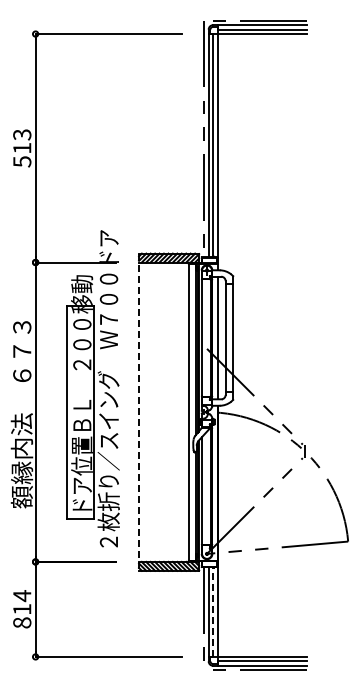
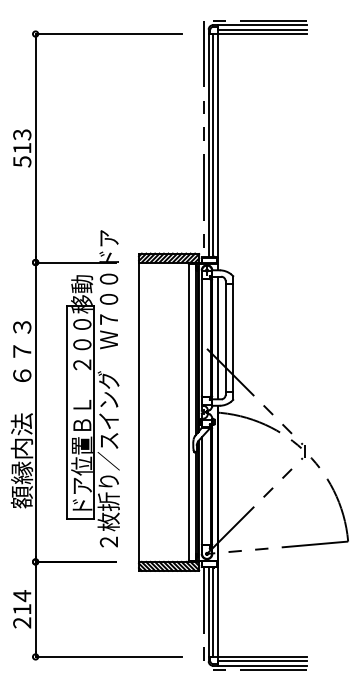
line at (139, 412): dashed -> solid
line at (213, 612): dashed -> solid
text at (22, 622): 814 -> 214
